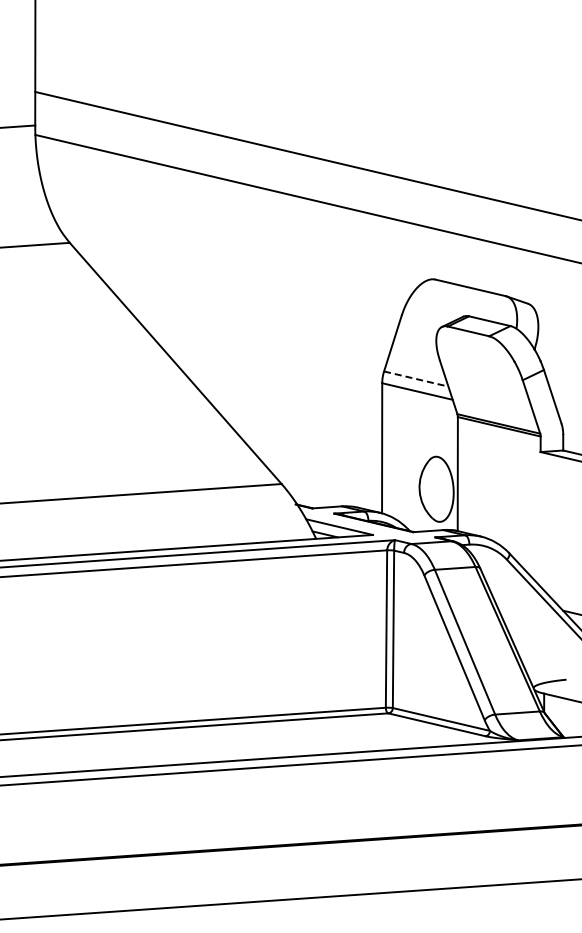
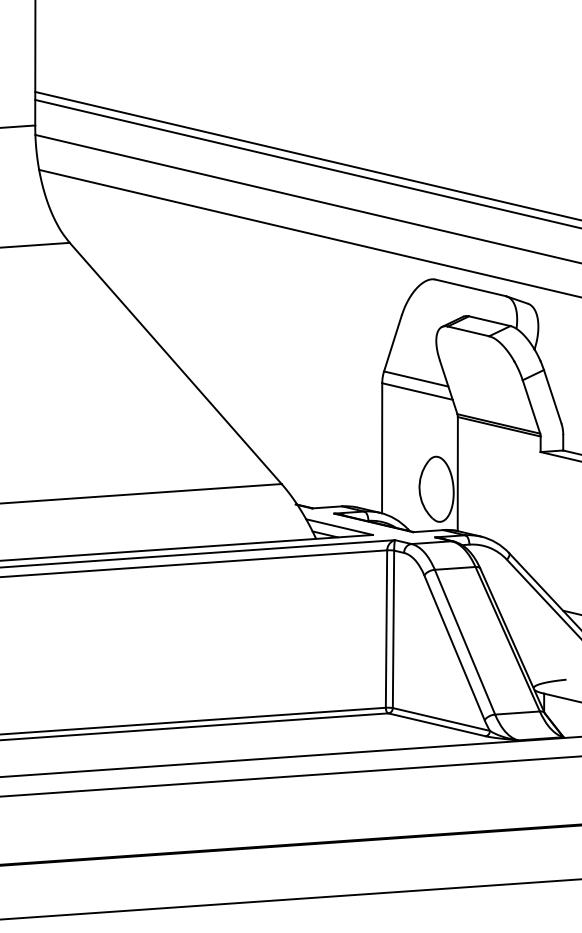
line at (306, 163): none -> present
line at (308, 232): none -> present
line at (416, 379): dashed -> solid
line at (290, 765) position: (290, 765) -> (290, 776)
